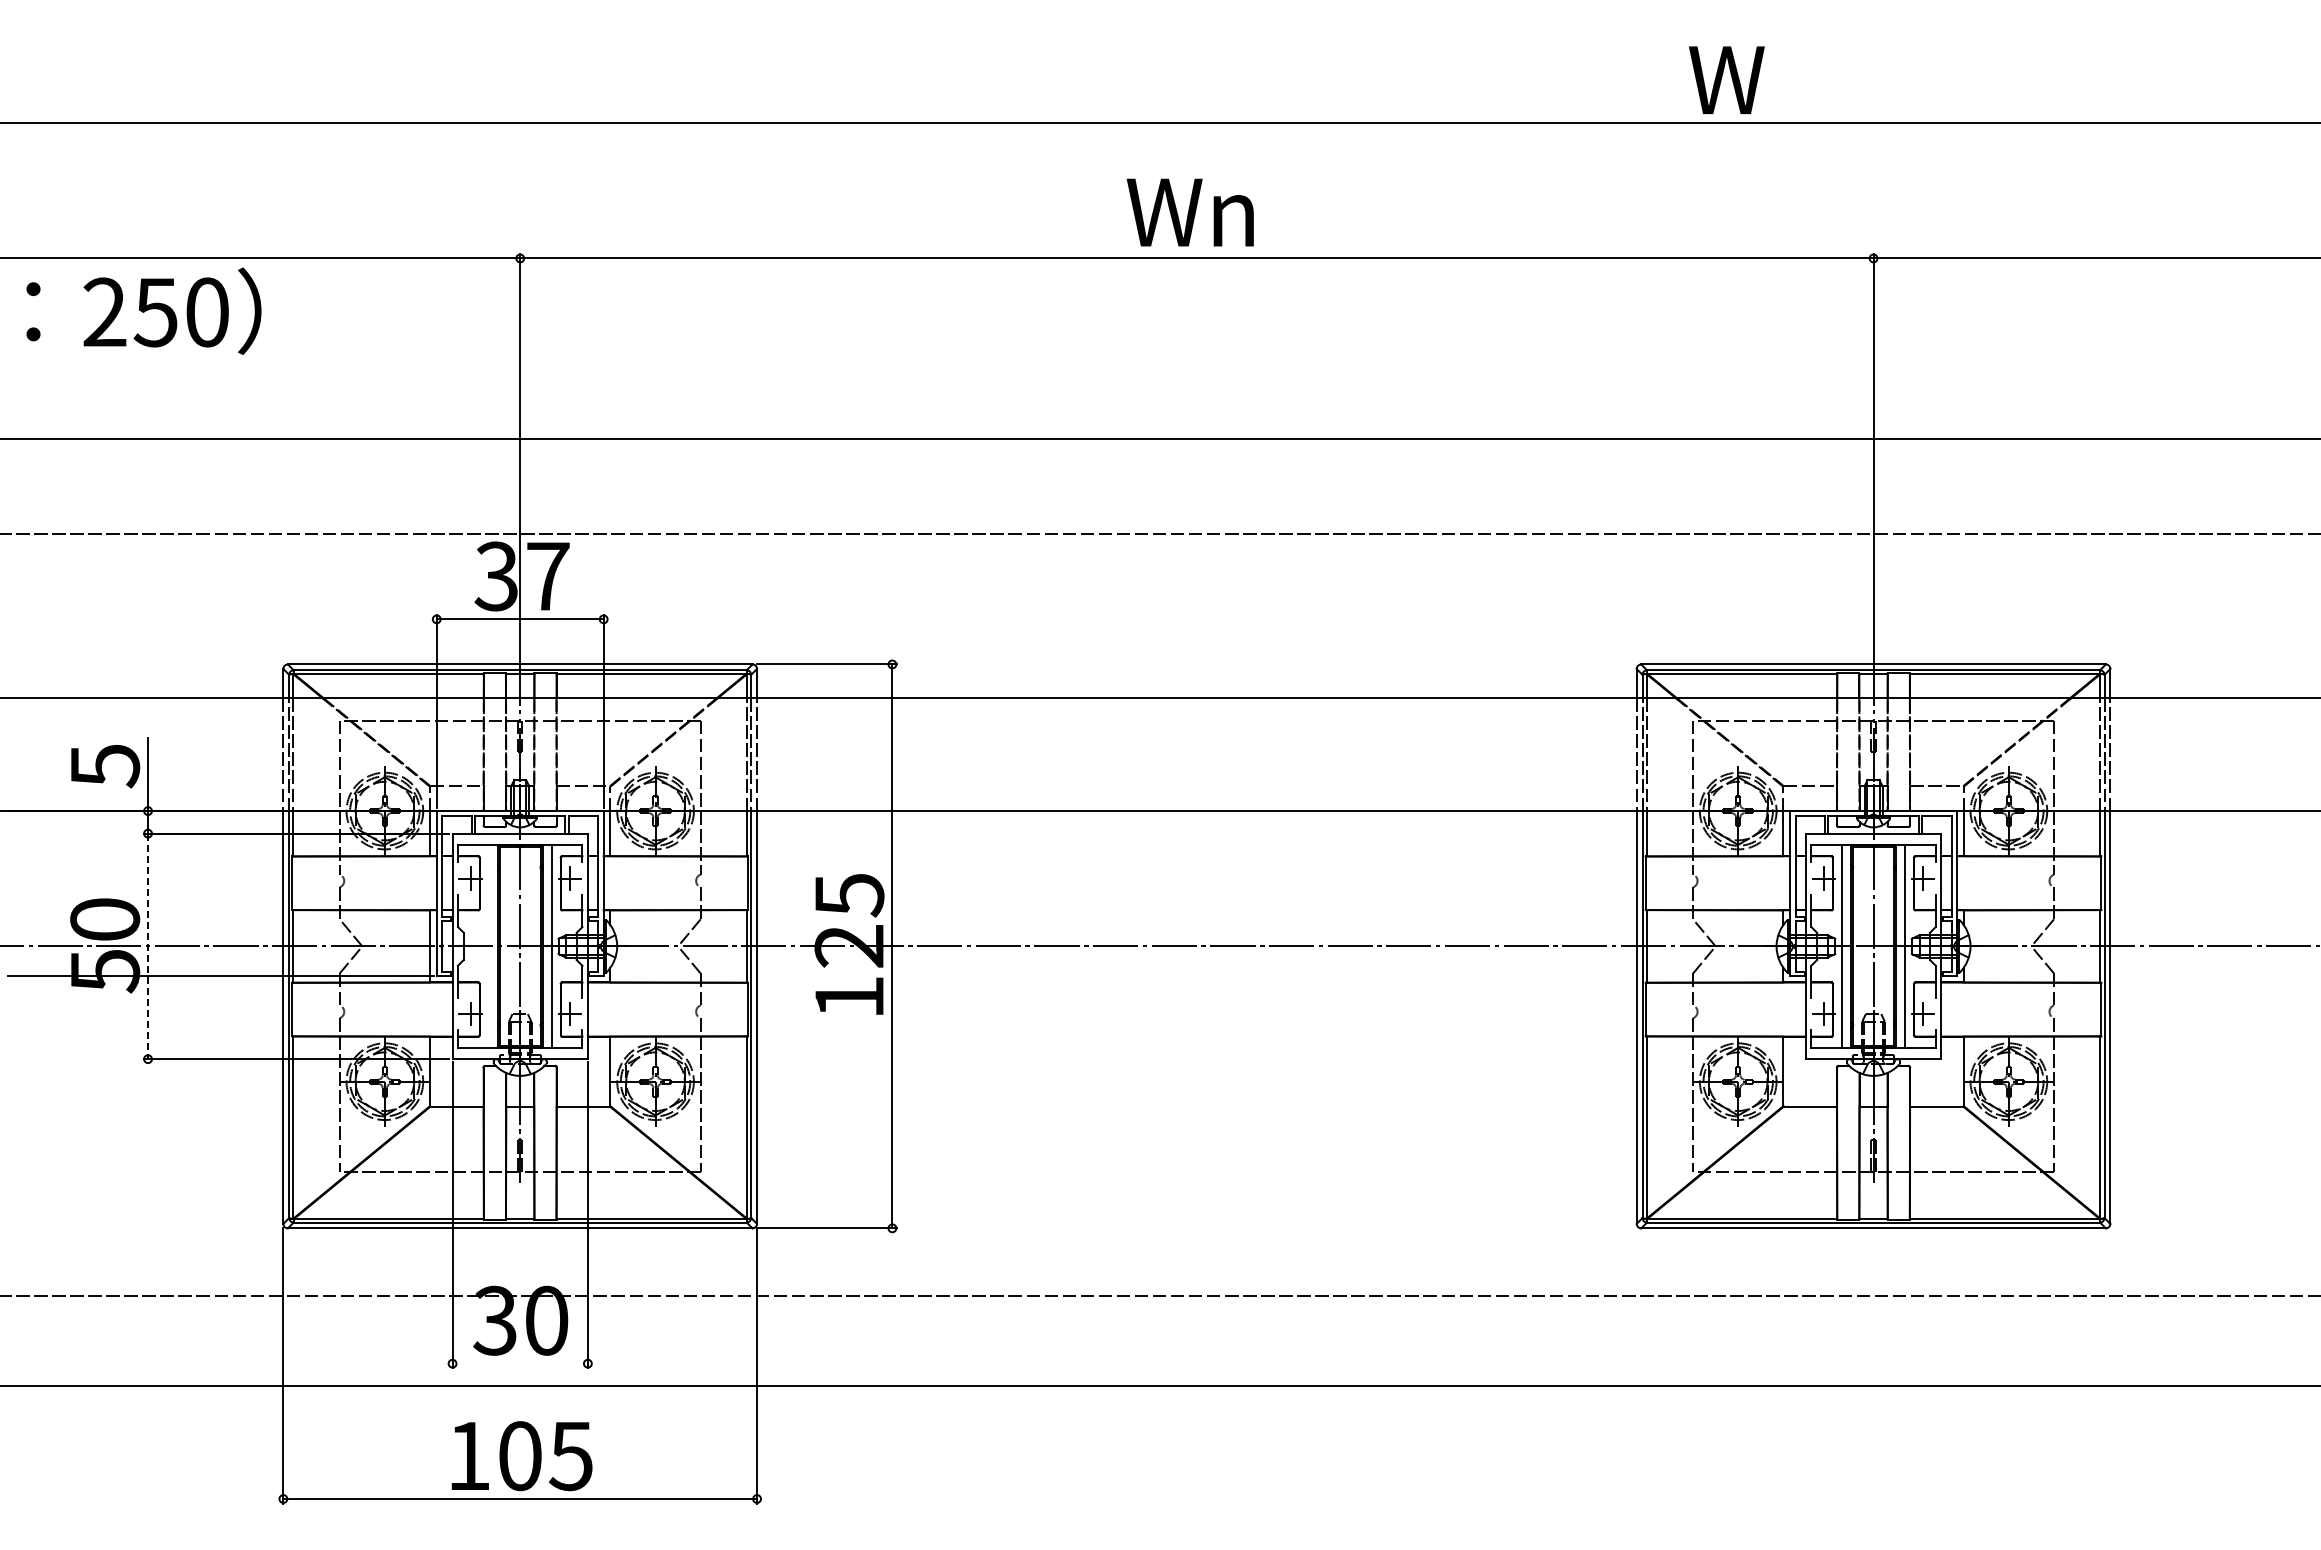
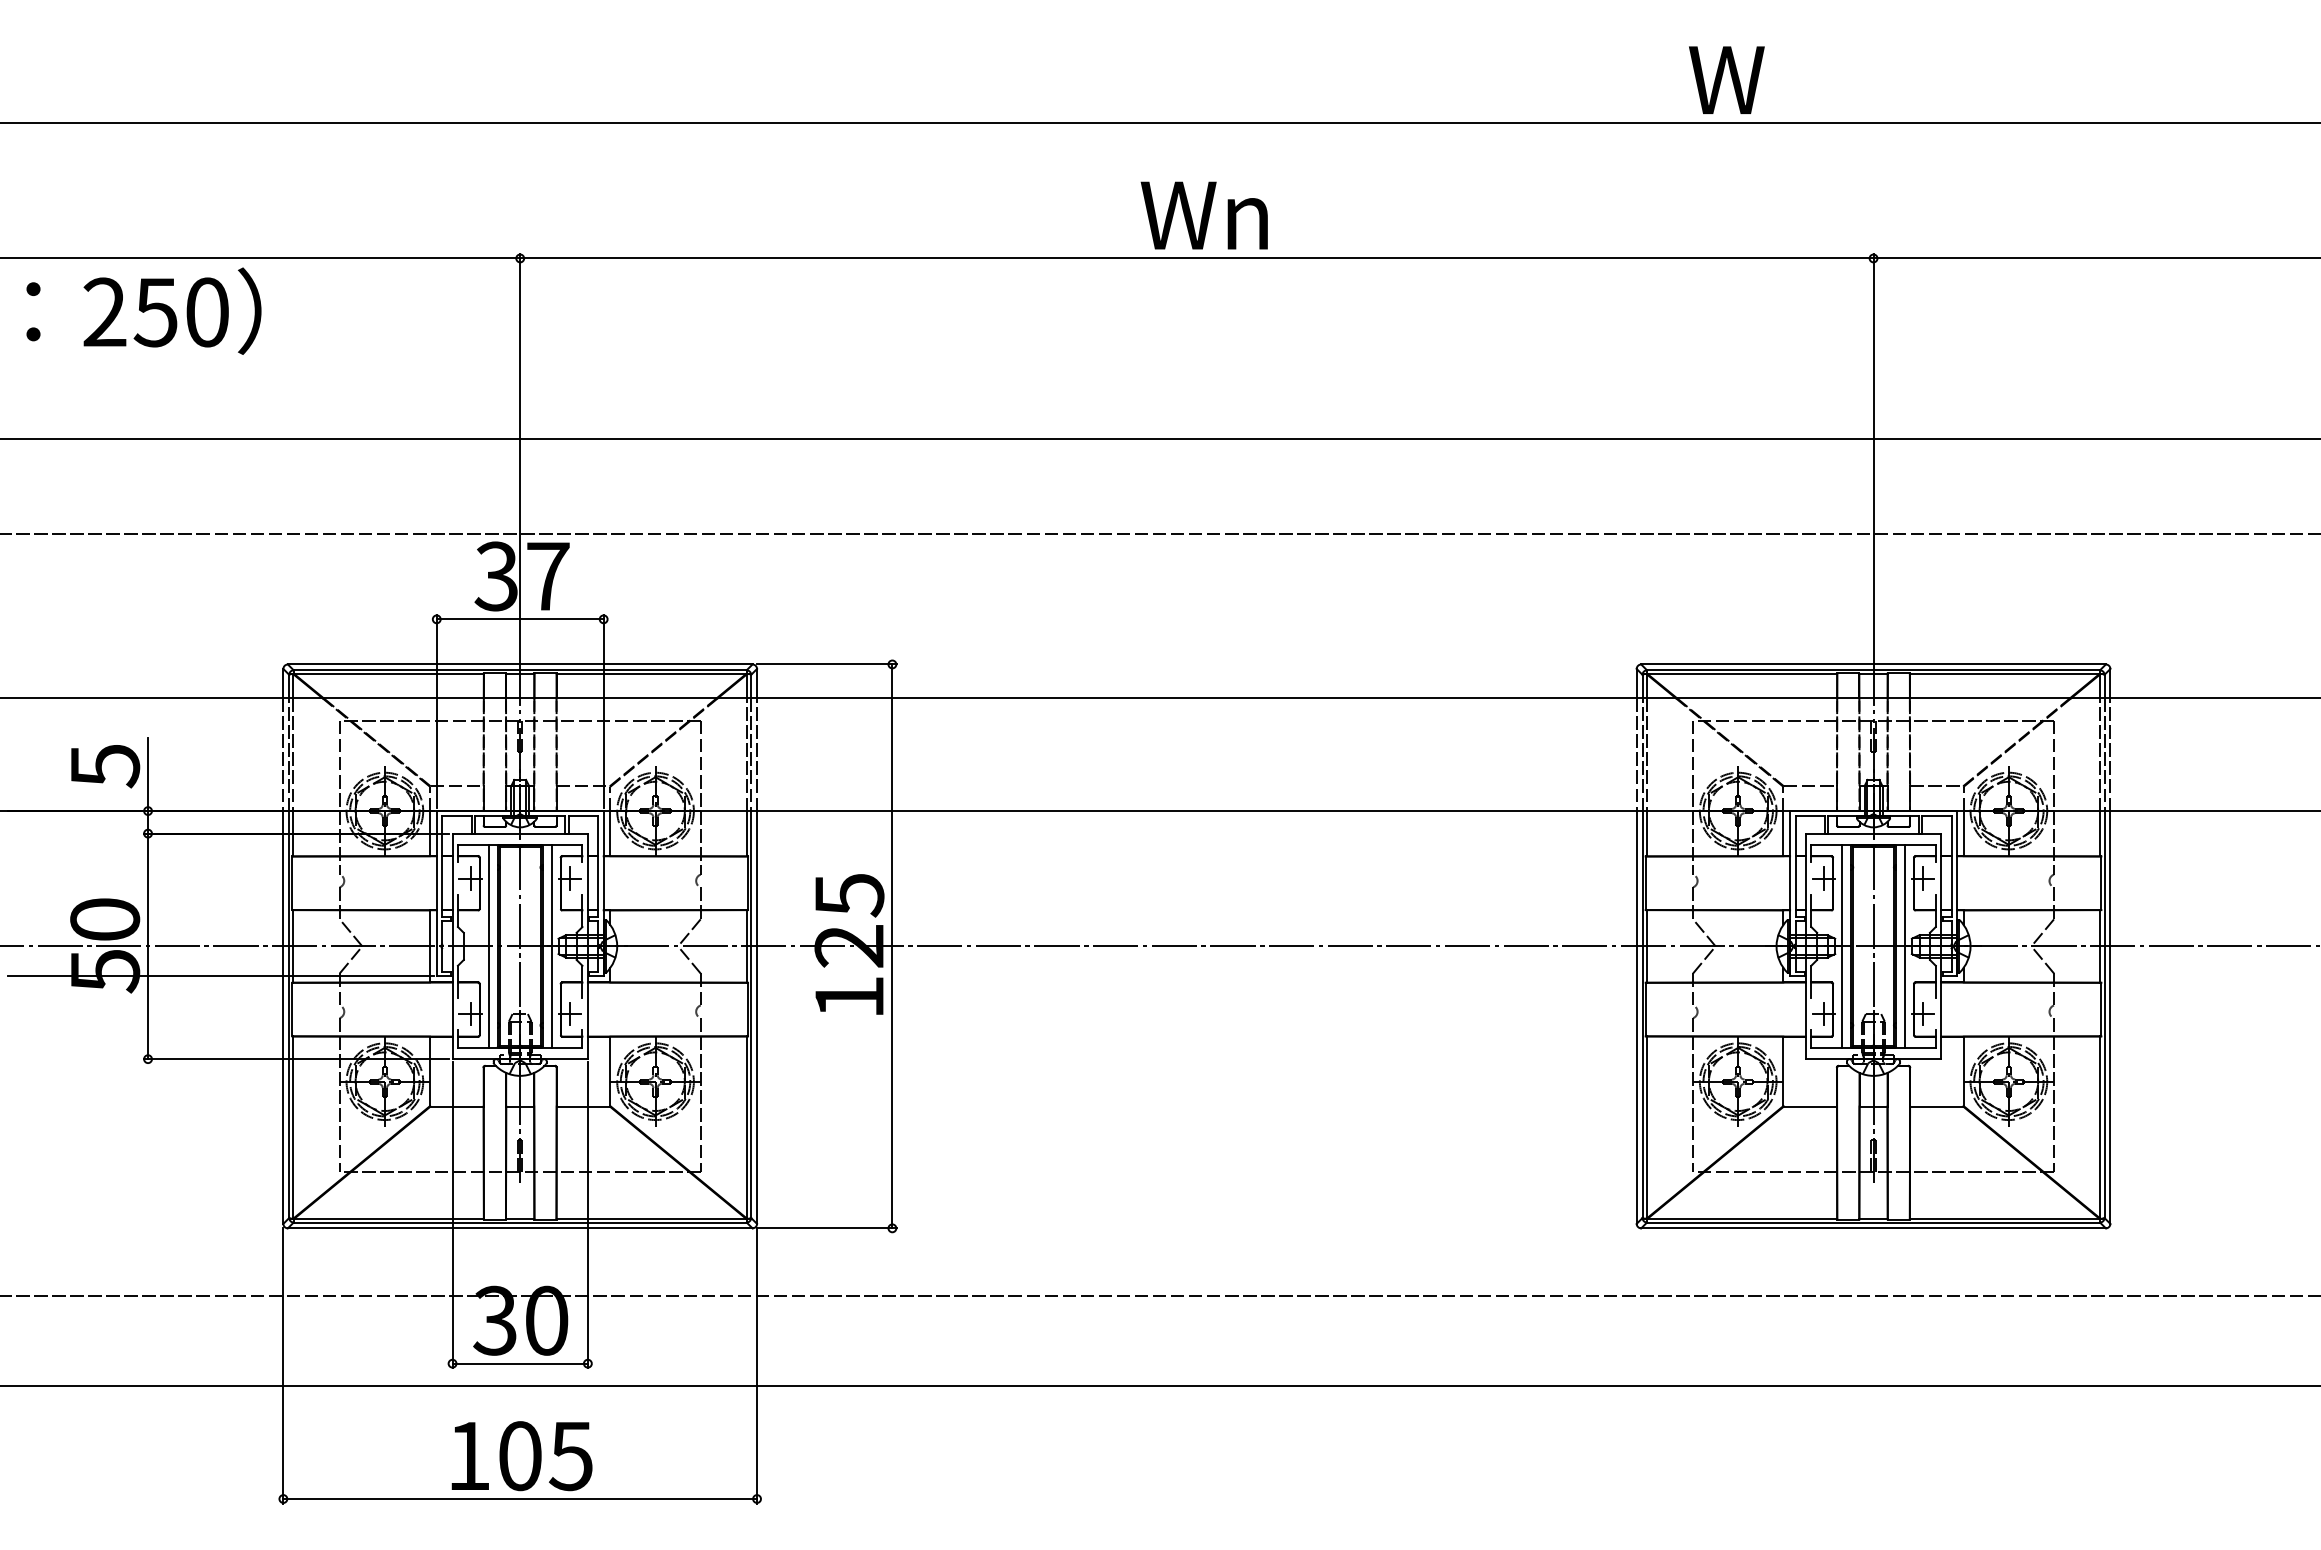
text at (1189, 212) position: (1189, 212) -> (1203, 215)
line at (488, 945): none -> present
line at (148, 946): dashed -> solid
line at (519, 1363): none -> present
